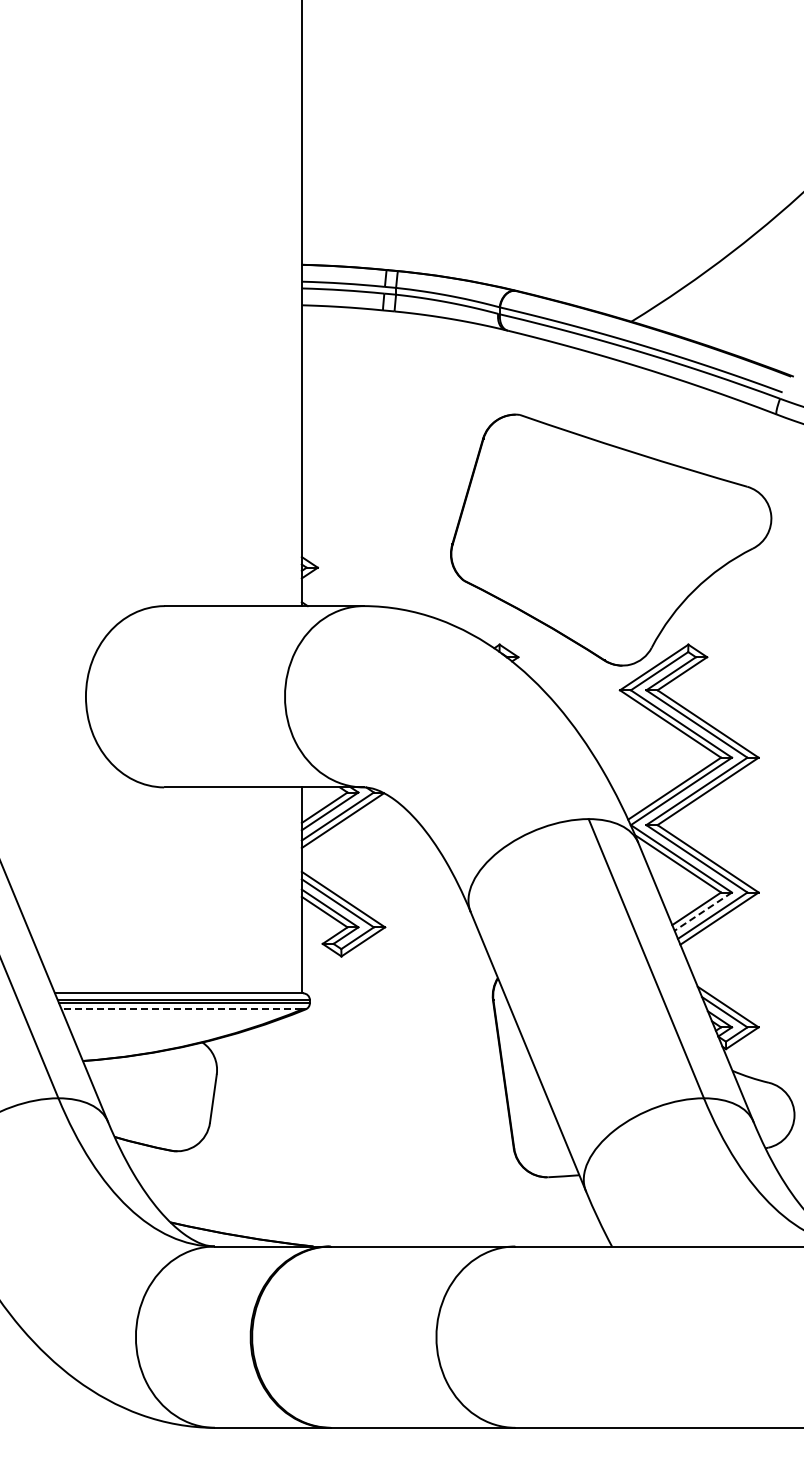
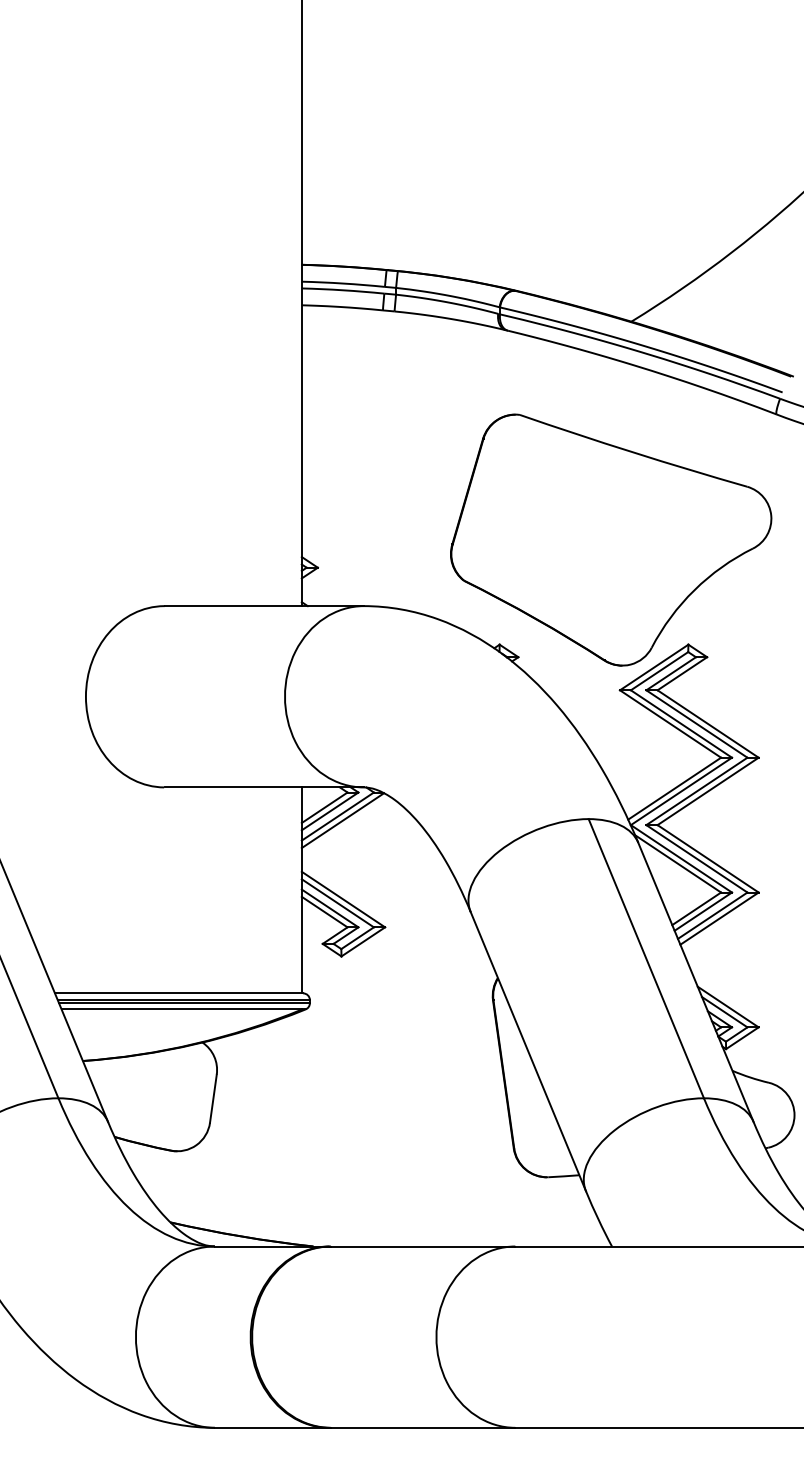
line at (702, 911): dashed -> solid
line at (181, 1009): dashed -> solid
